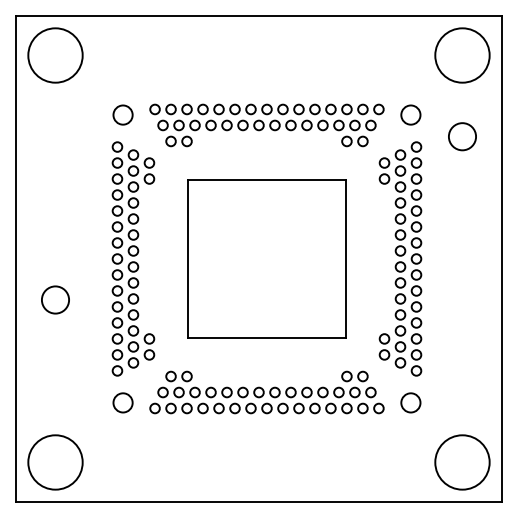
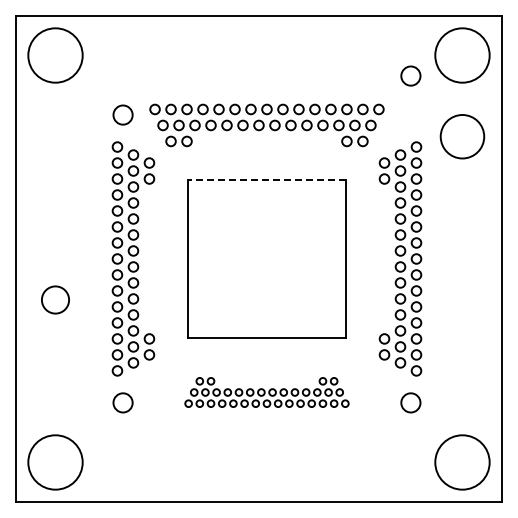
circle at (410, 114) position: (410, 114) -> (410, 75)
circle at (462, 136) diameter: 27 px -> 43 px
line at (266, 180): solid -> dashed
part at (266, 392) size: 236x45 px -> 166x31 px
